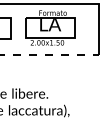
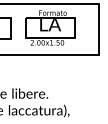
line at (49, 55): dashed -> solid
